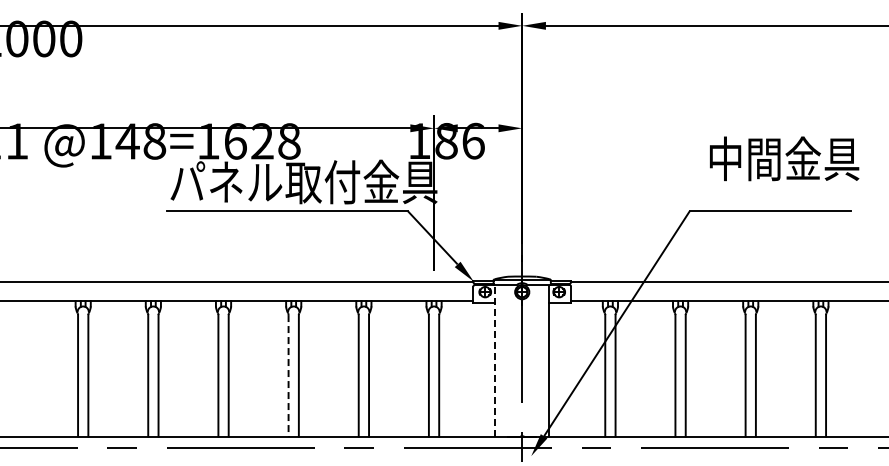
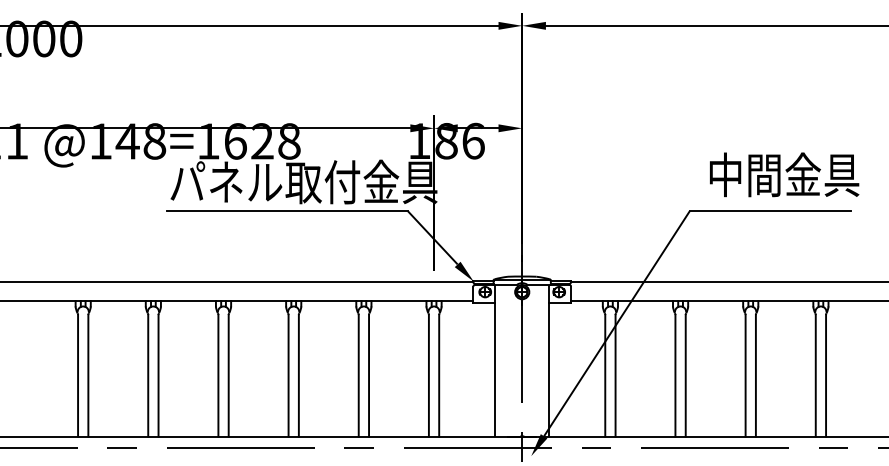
text at (784, 158) position: (784, 158) -> (784, 174)
line at (495, 360): dashed -> solid
line at (288, 375): dashed -> solid
